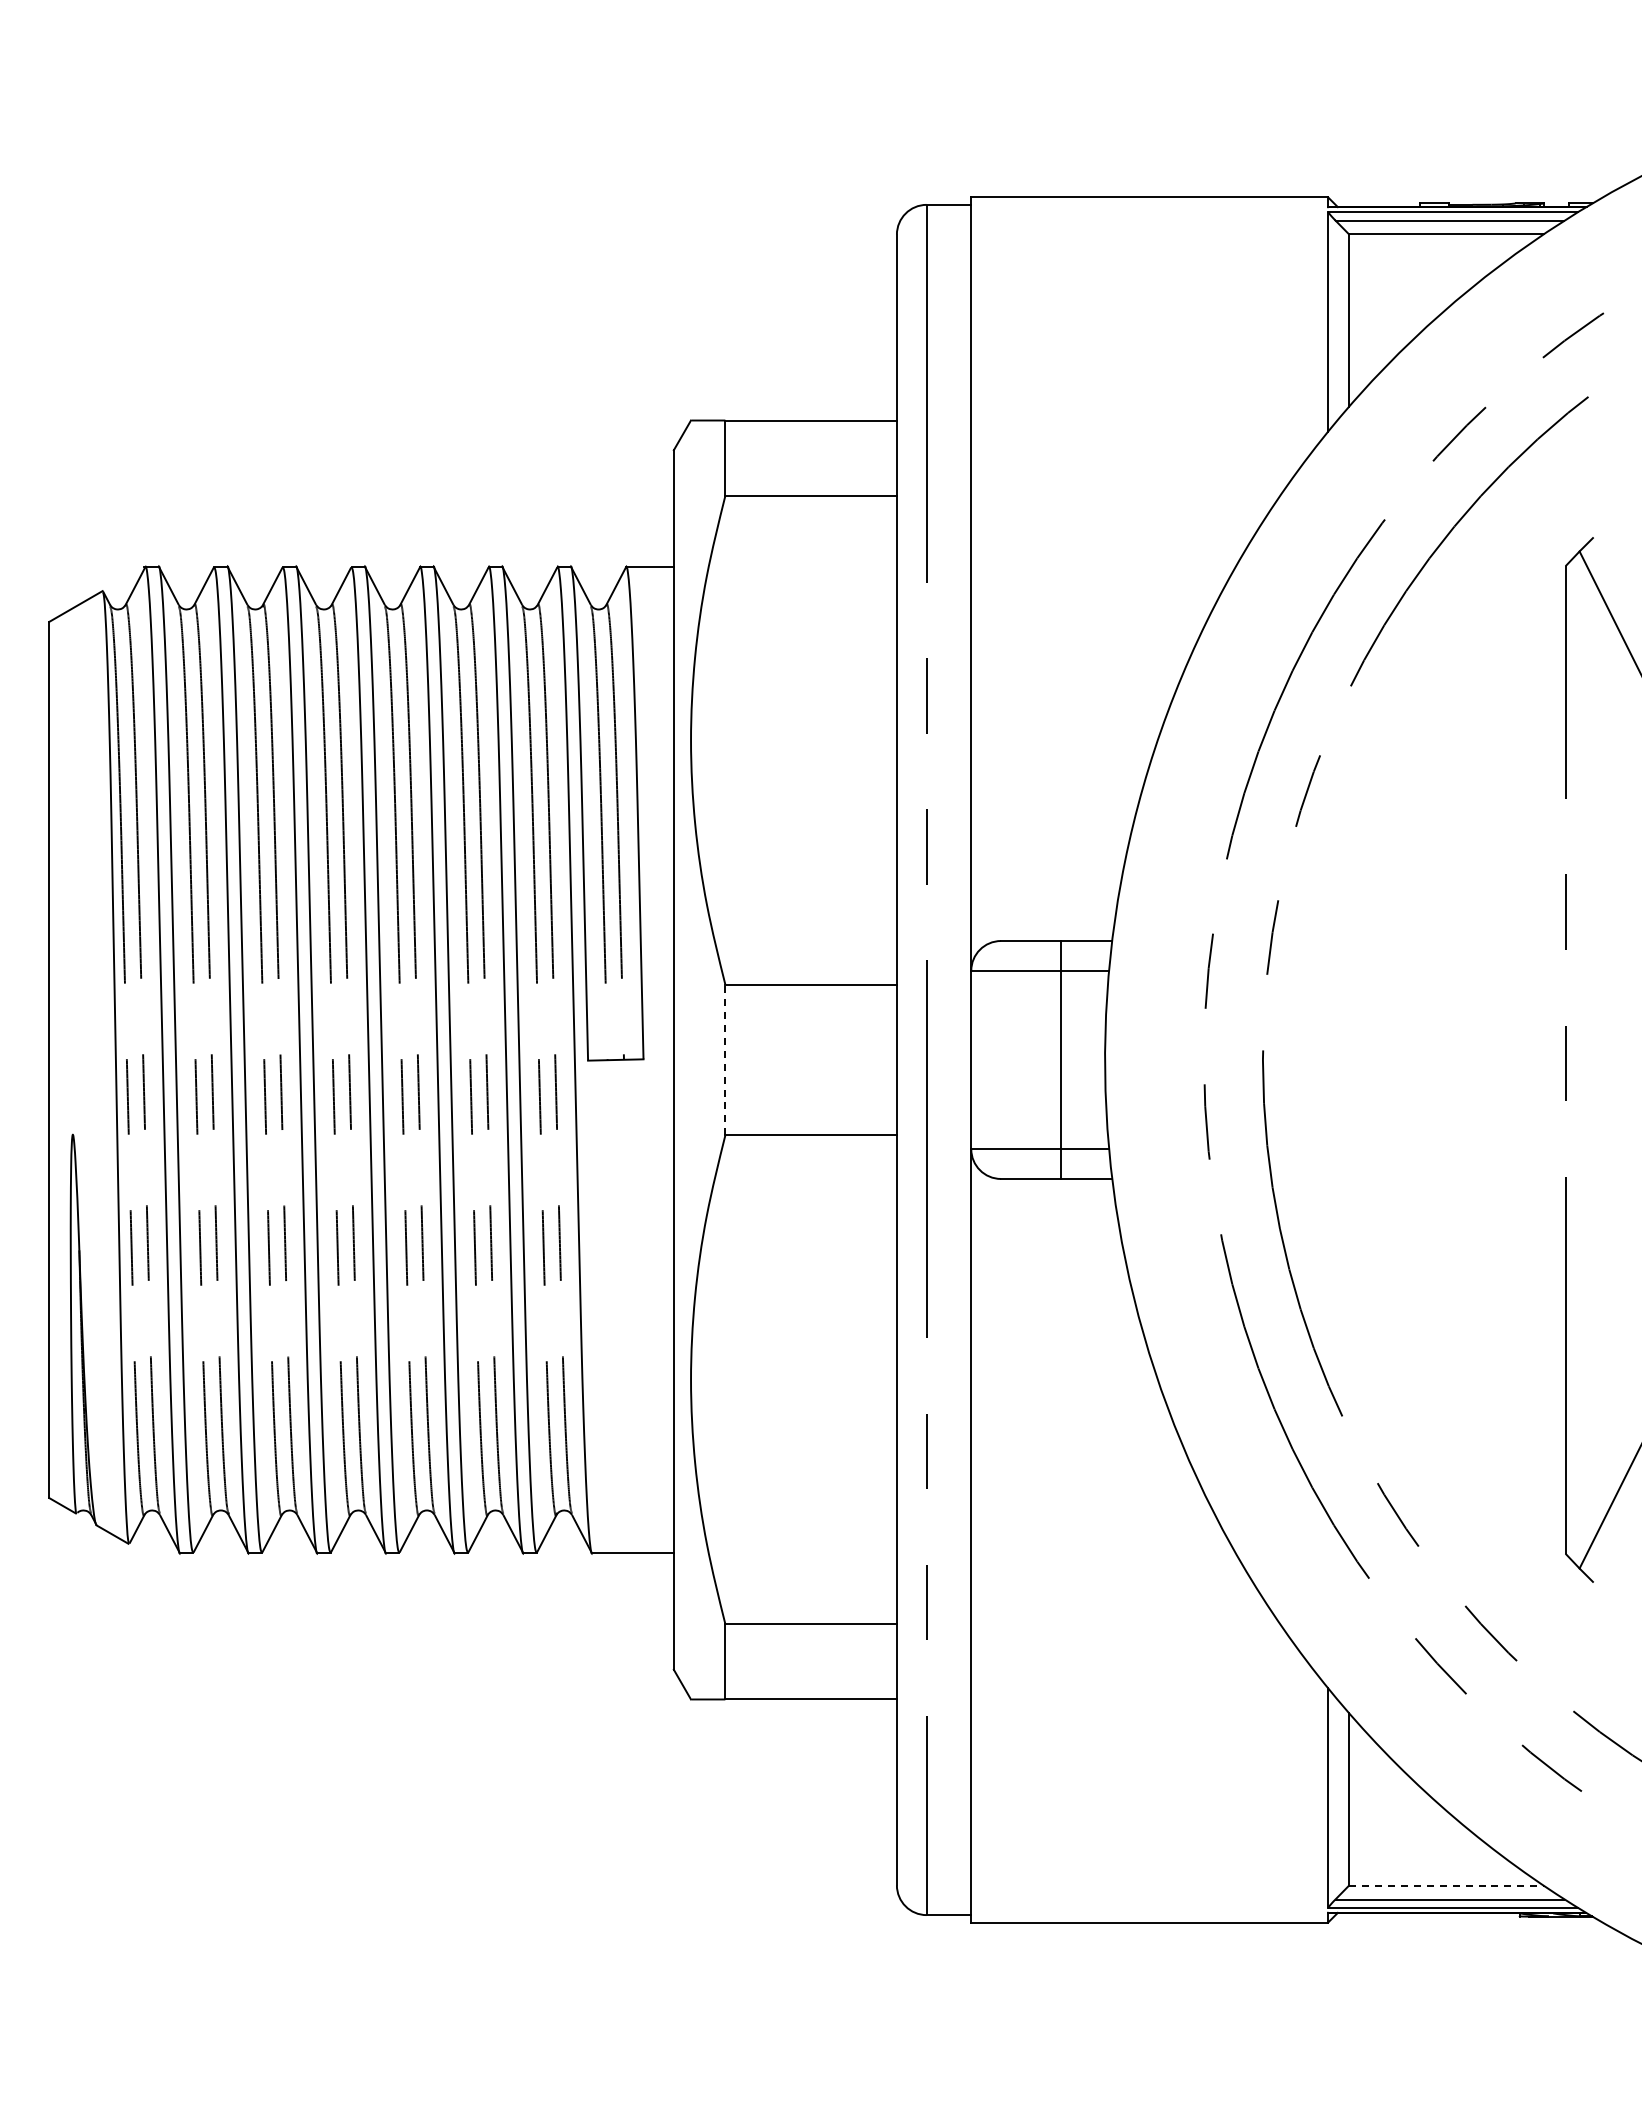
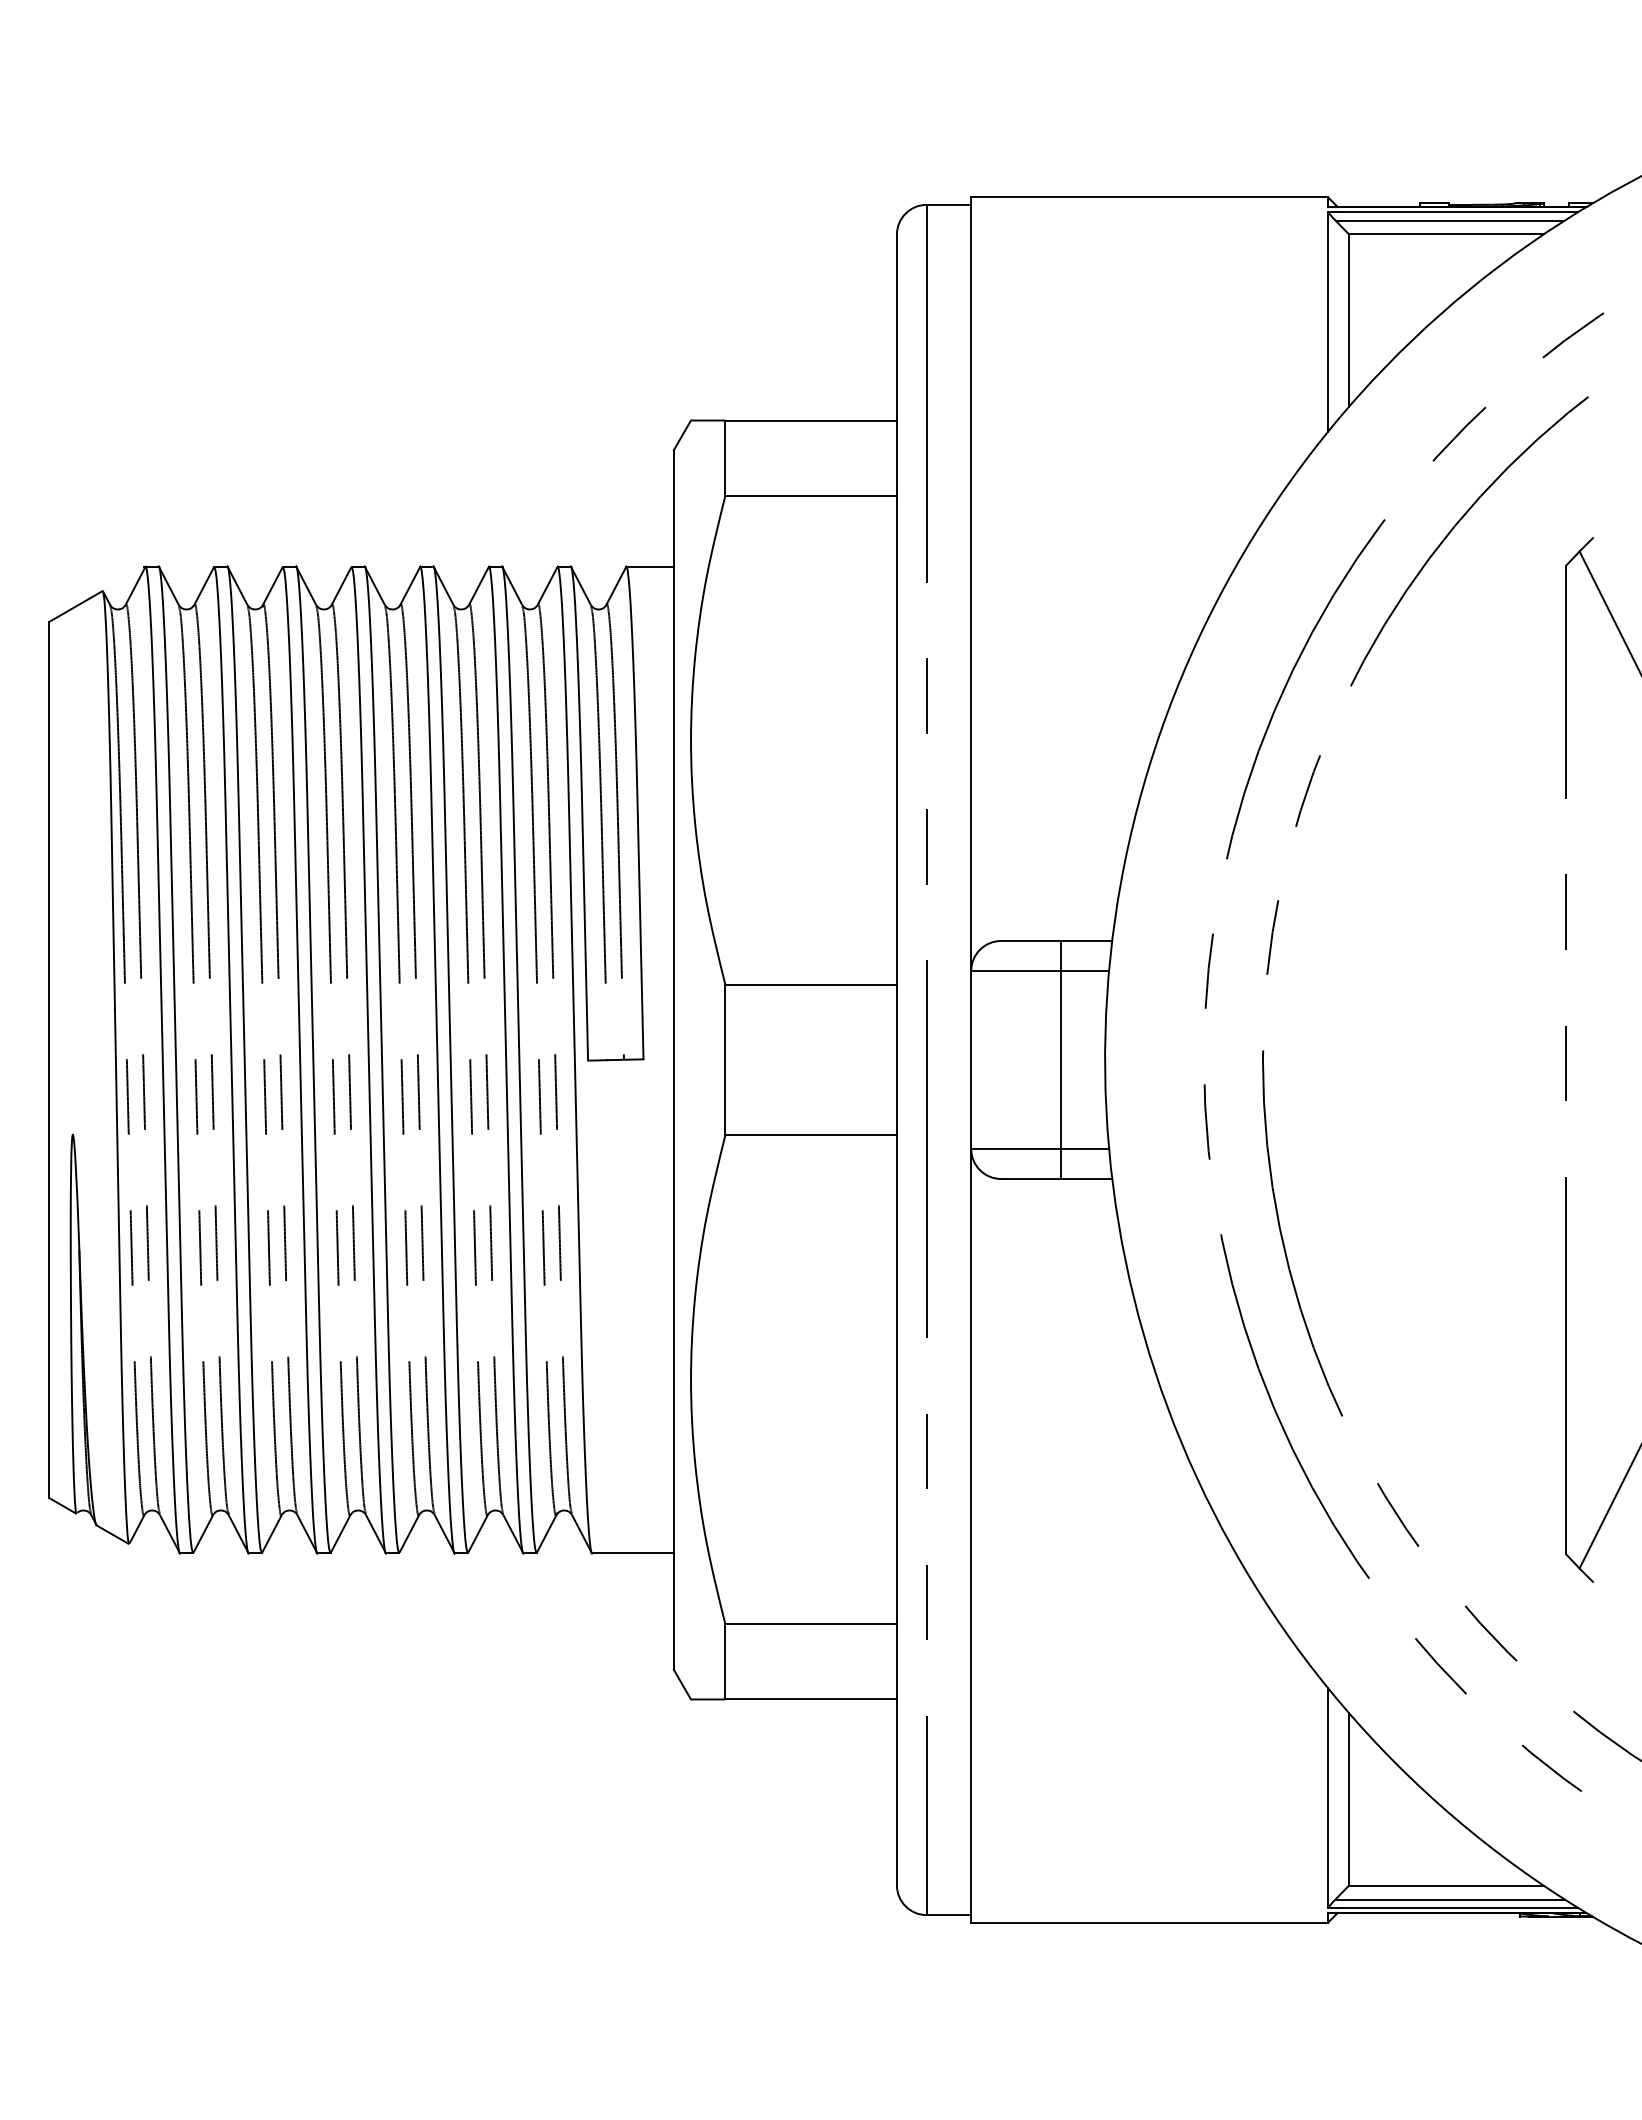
line at (725, 1059): dashed -> solid
line at (1446, 1885): dashed -> solid
